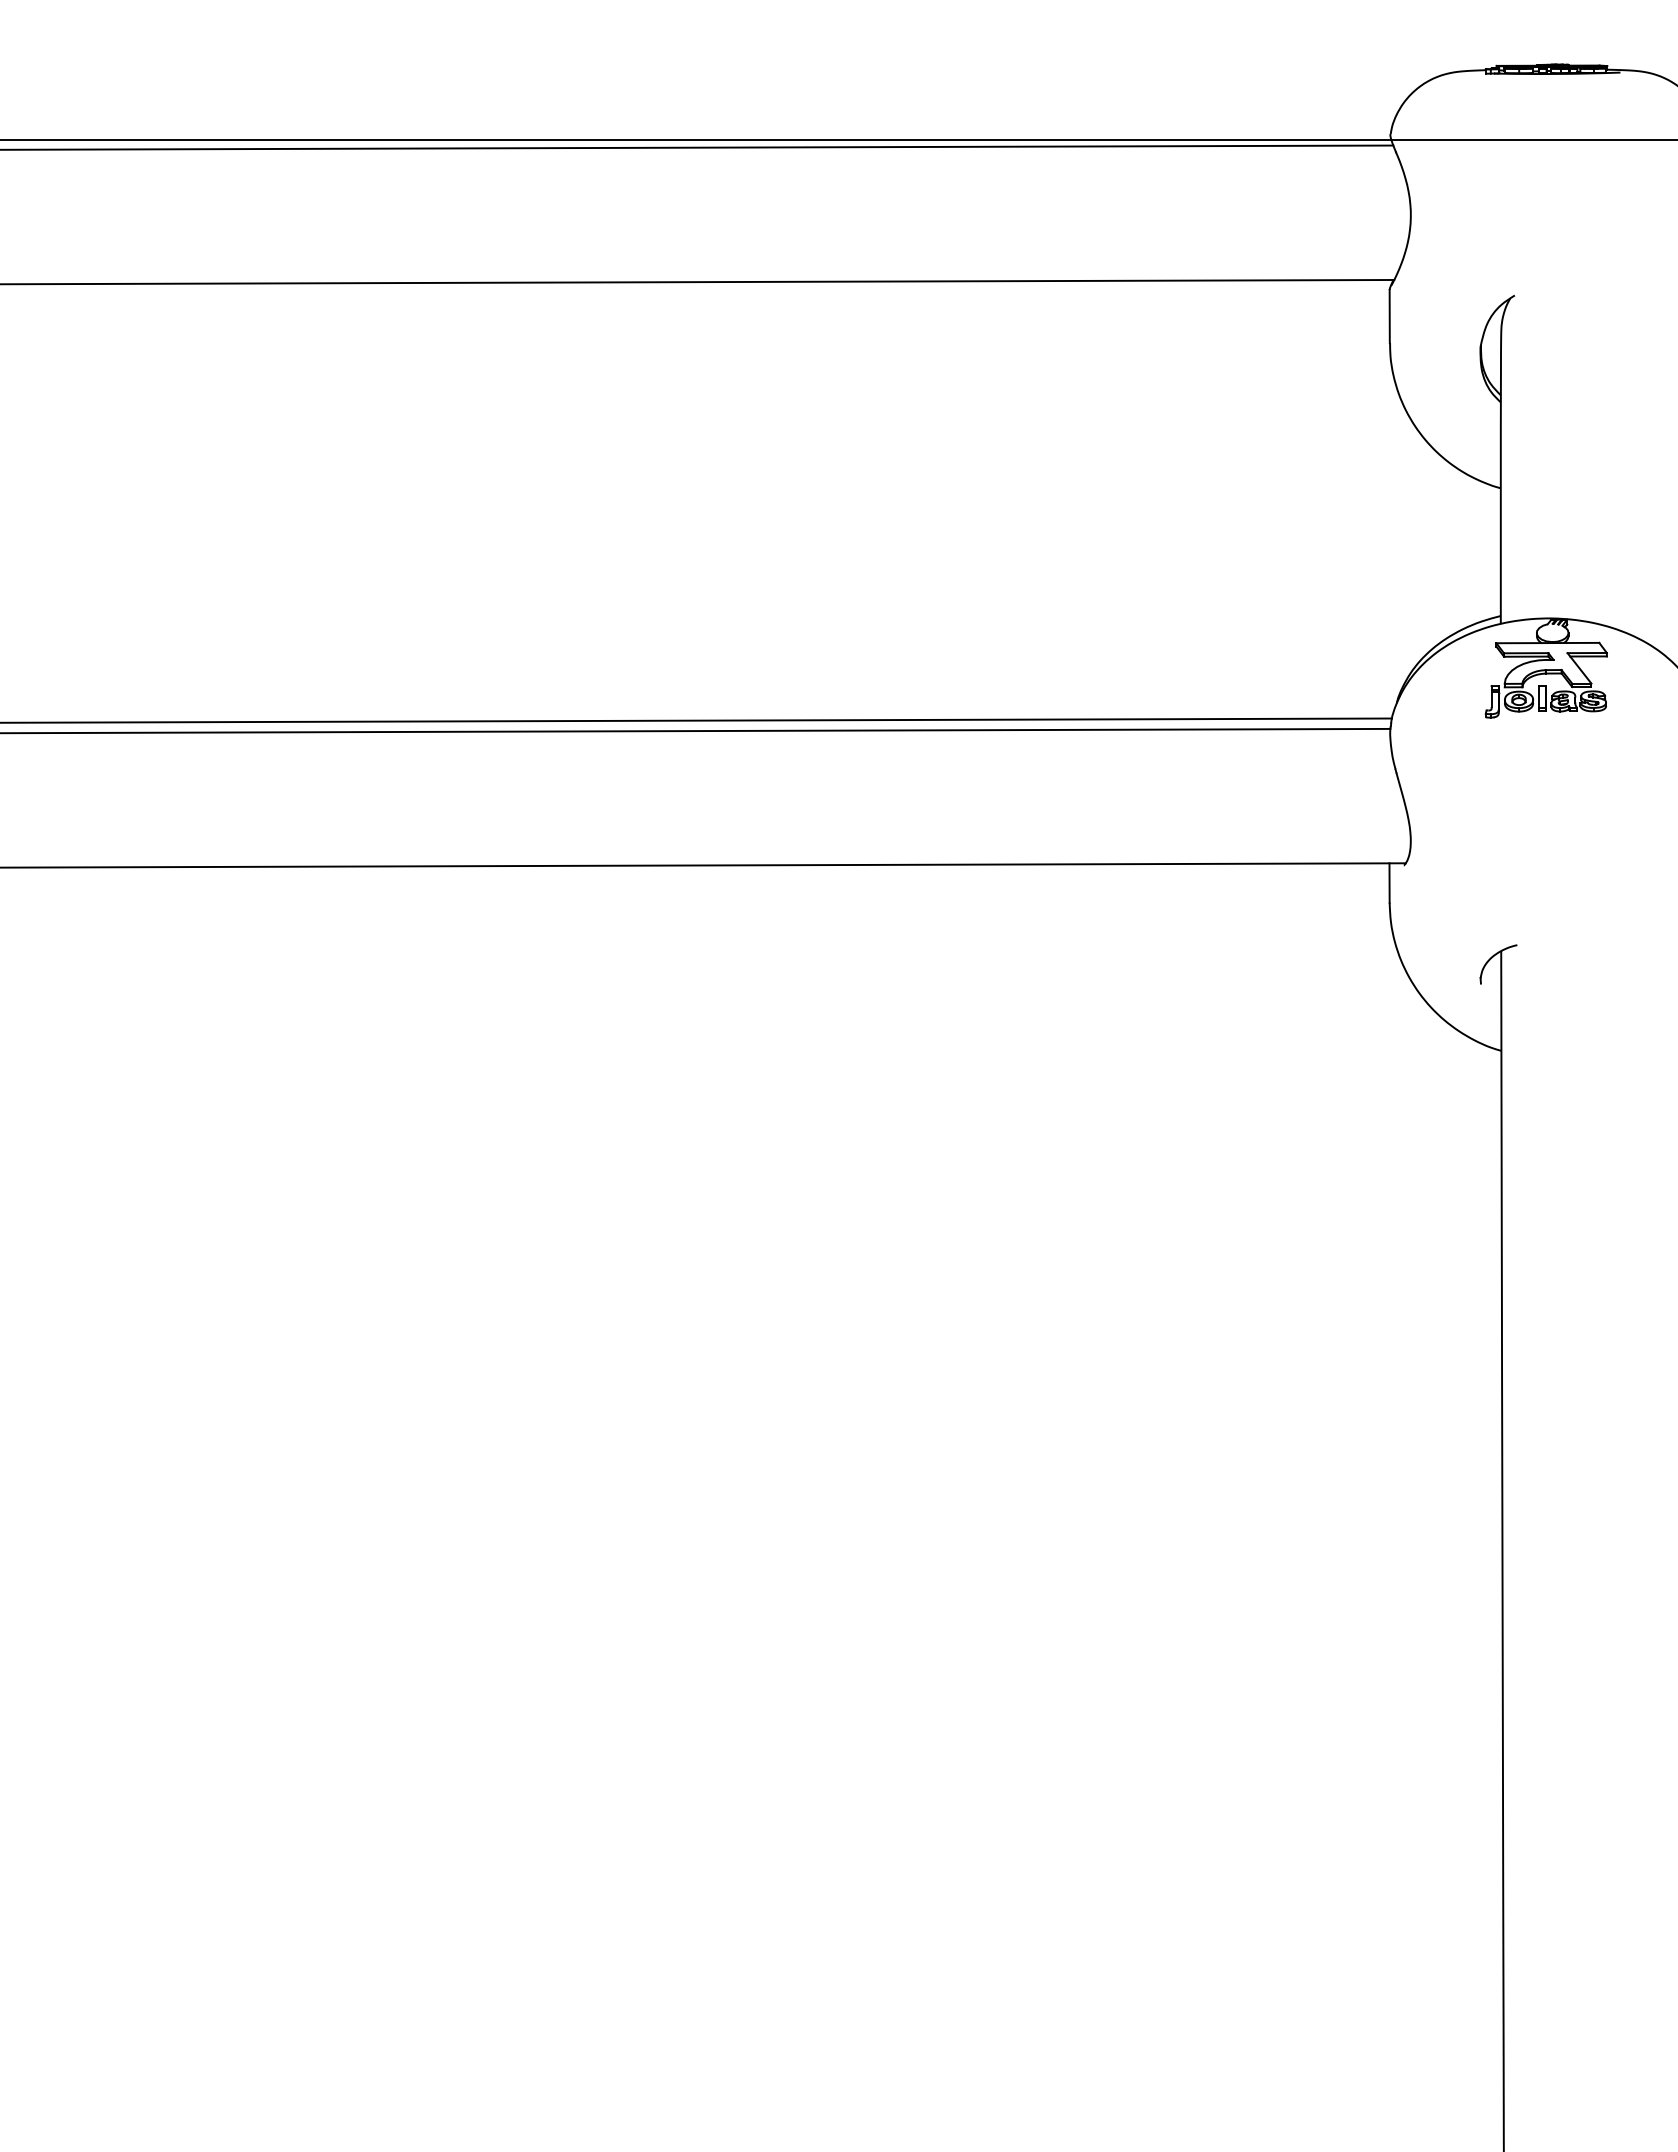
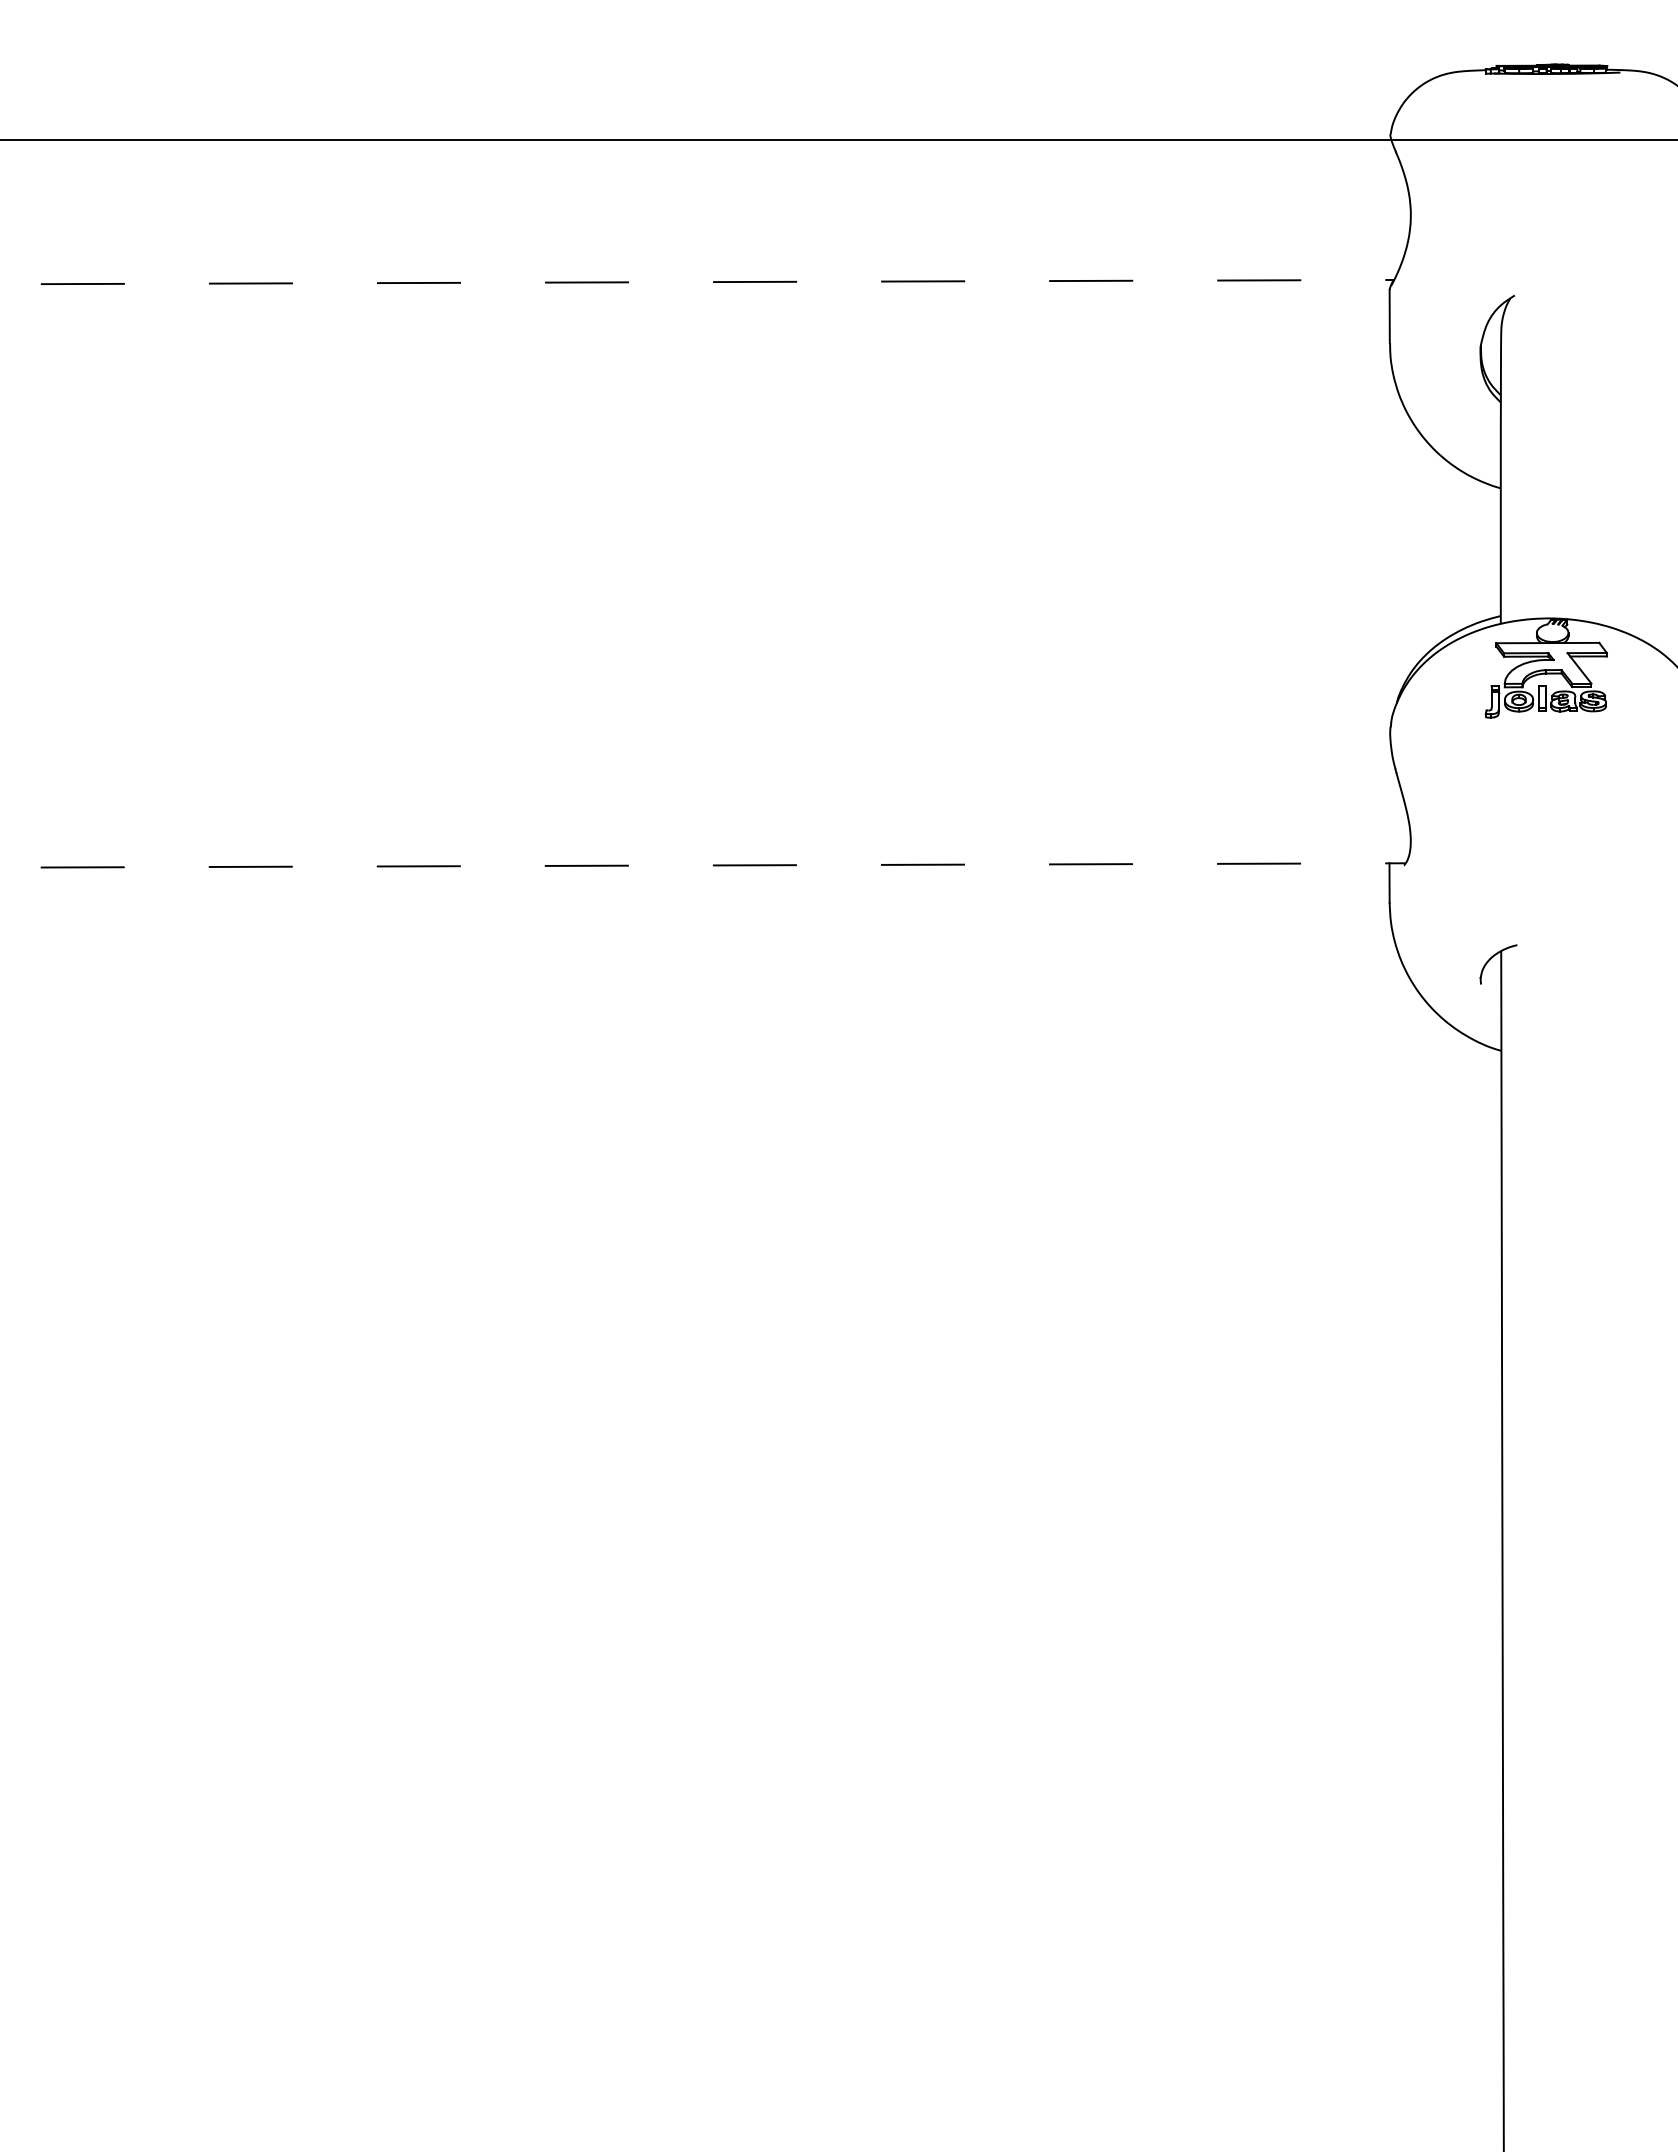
line at (697, 147): present -> none
line at (697, 282): solid -> dashed
line at (697, 720): present -> none
line at (696, 730): present -> none
line at (702, 865): solid -> dashed
